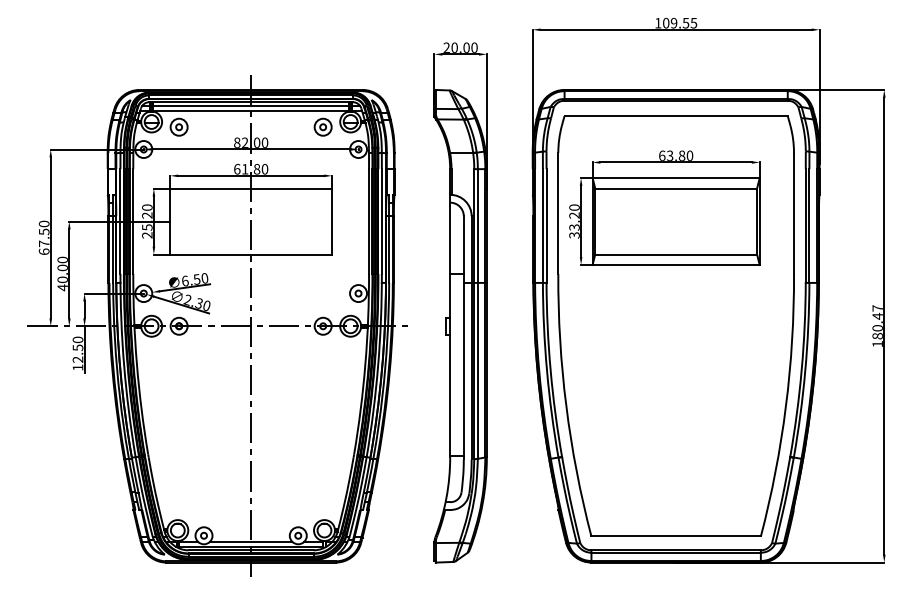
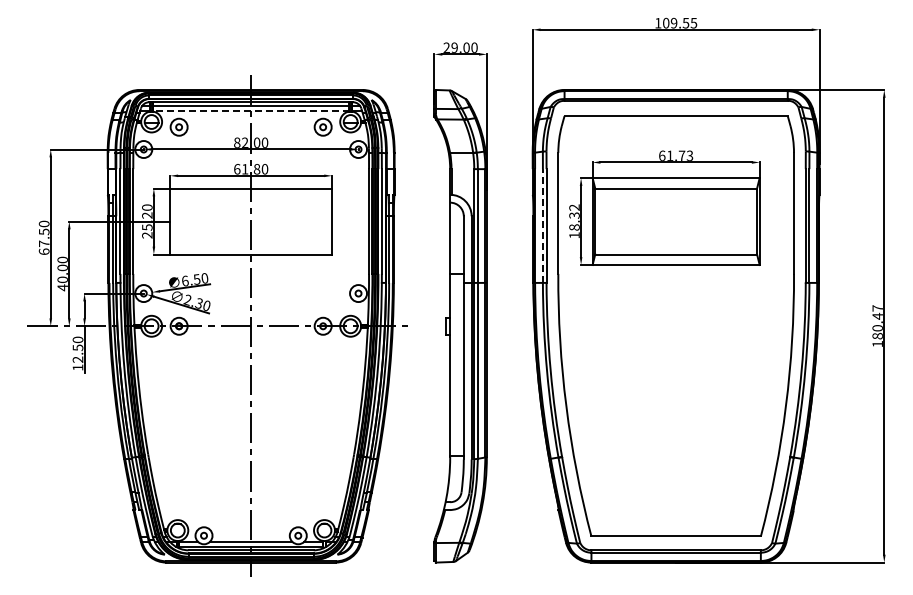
text at (454, 47): 20.00 -> 29.00
line at (250, 110): solid -> dashed
text at (679, 155): 63.80 -> 61.73
text at (574, 221): 33.20 -> 18.32
line at (542, 226): solid -> dashed
